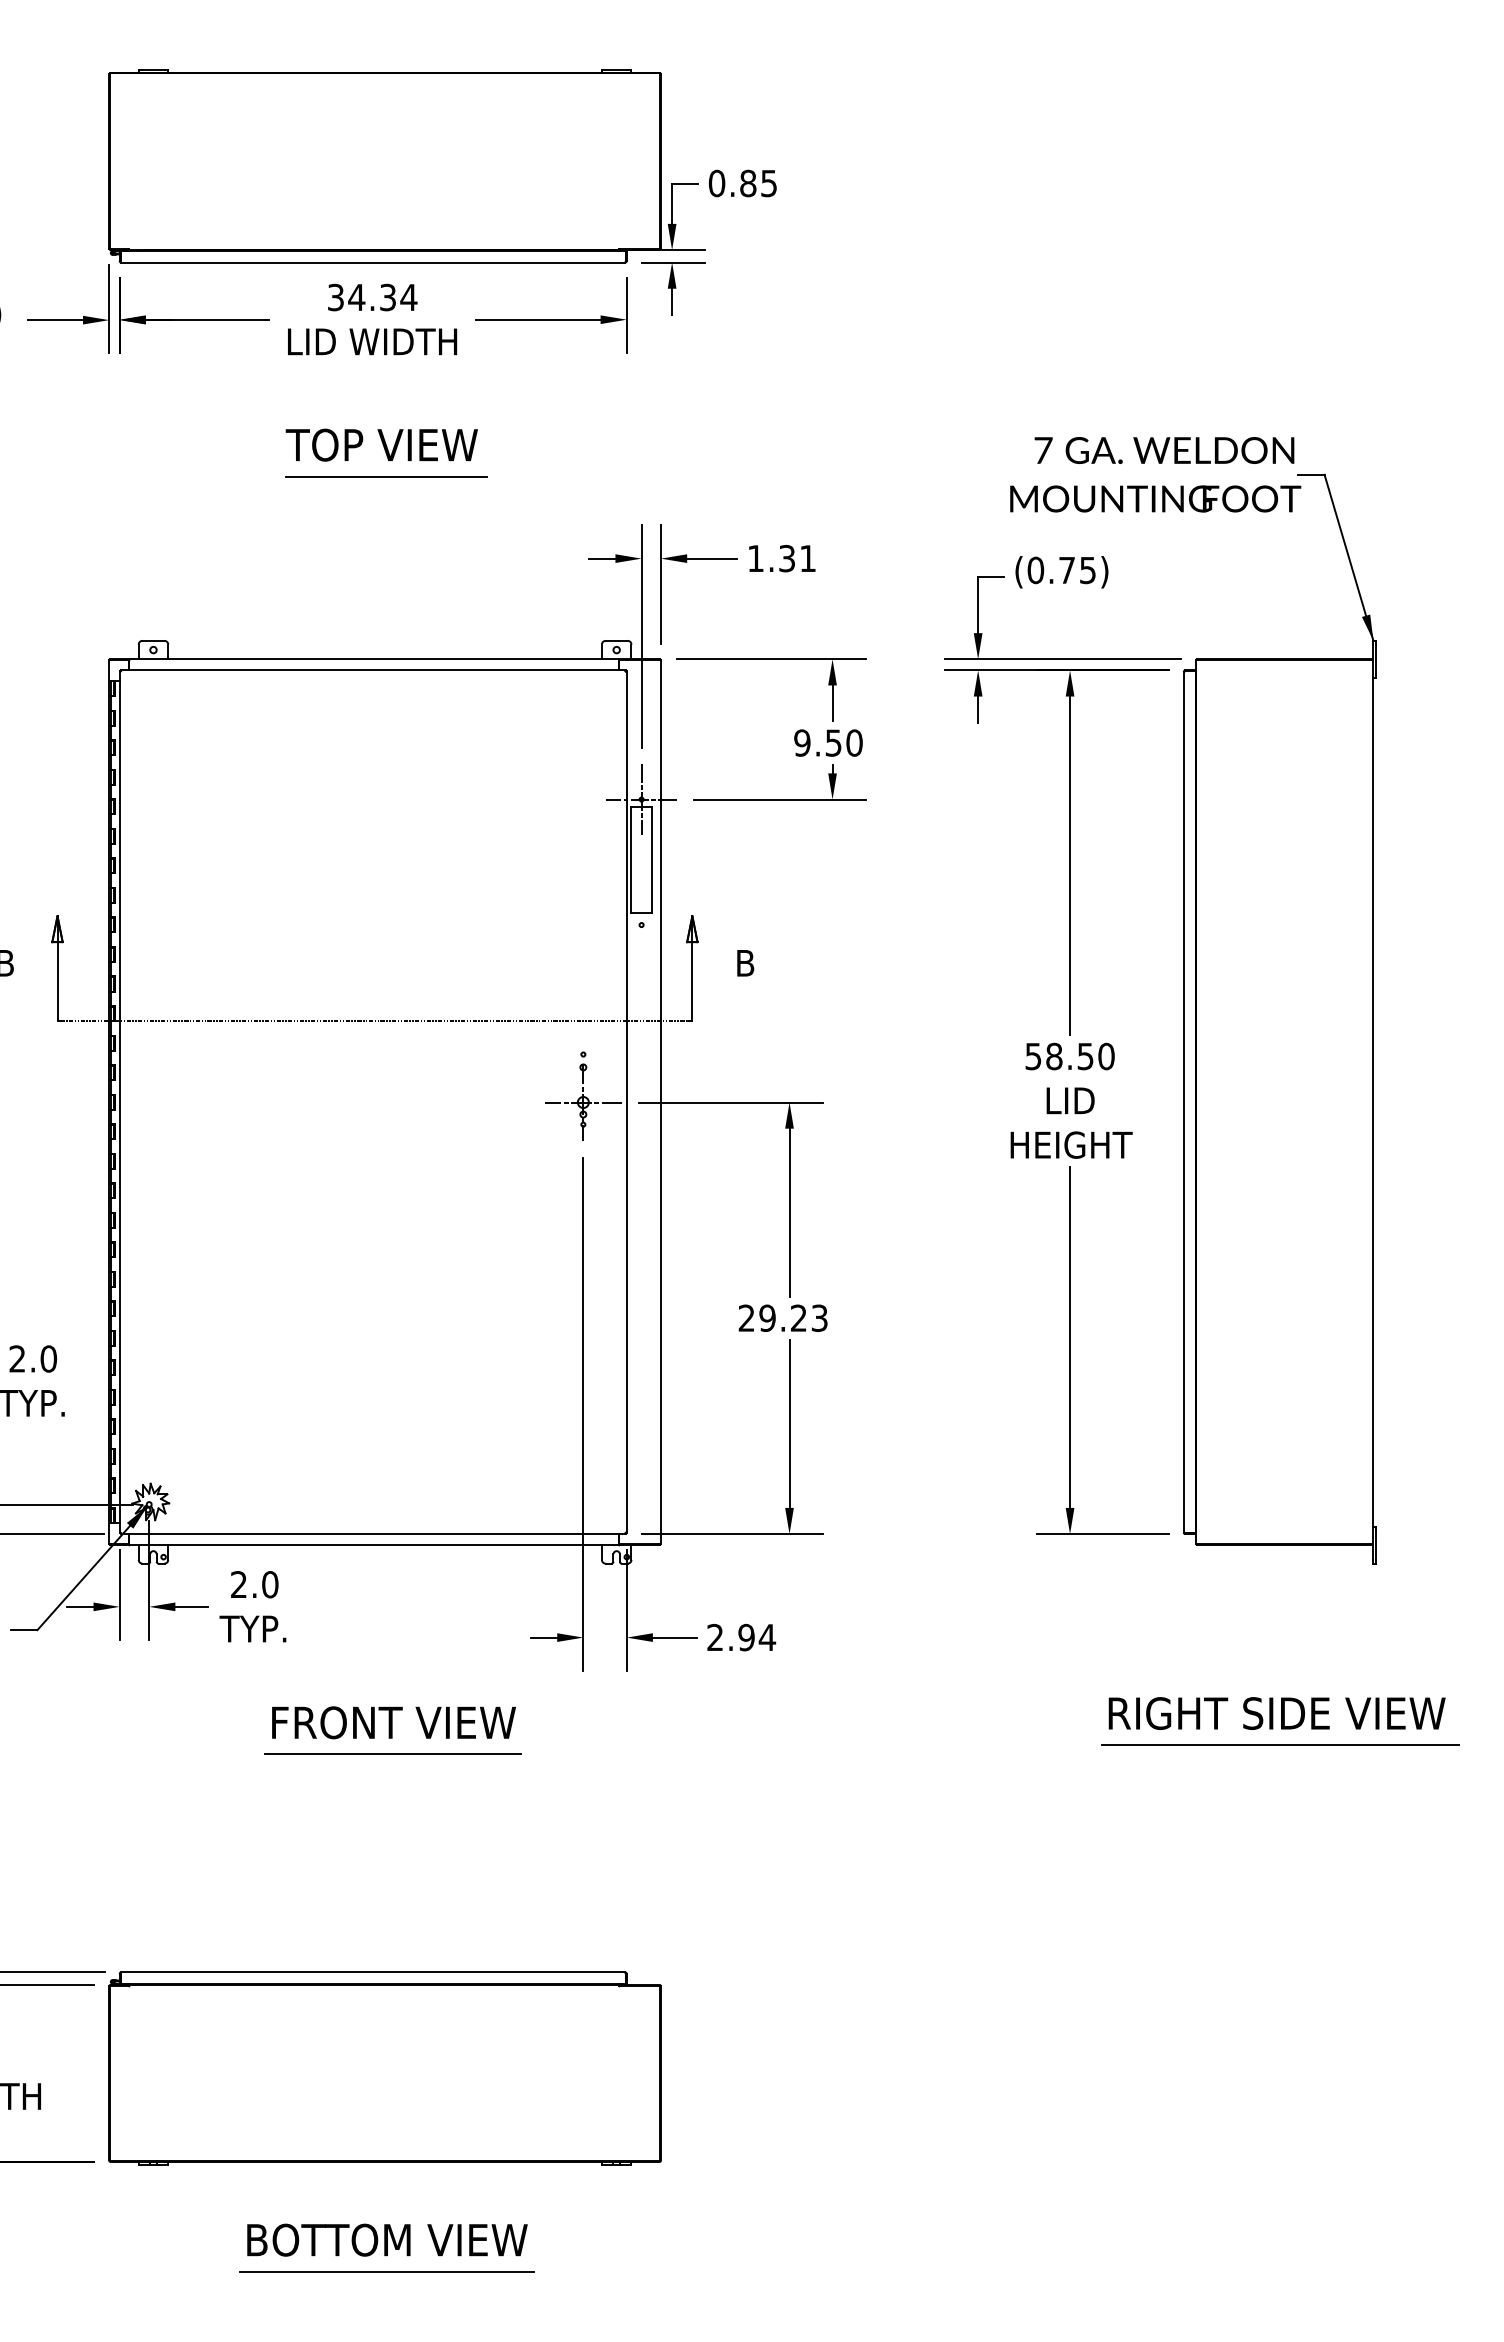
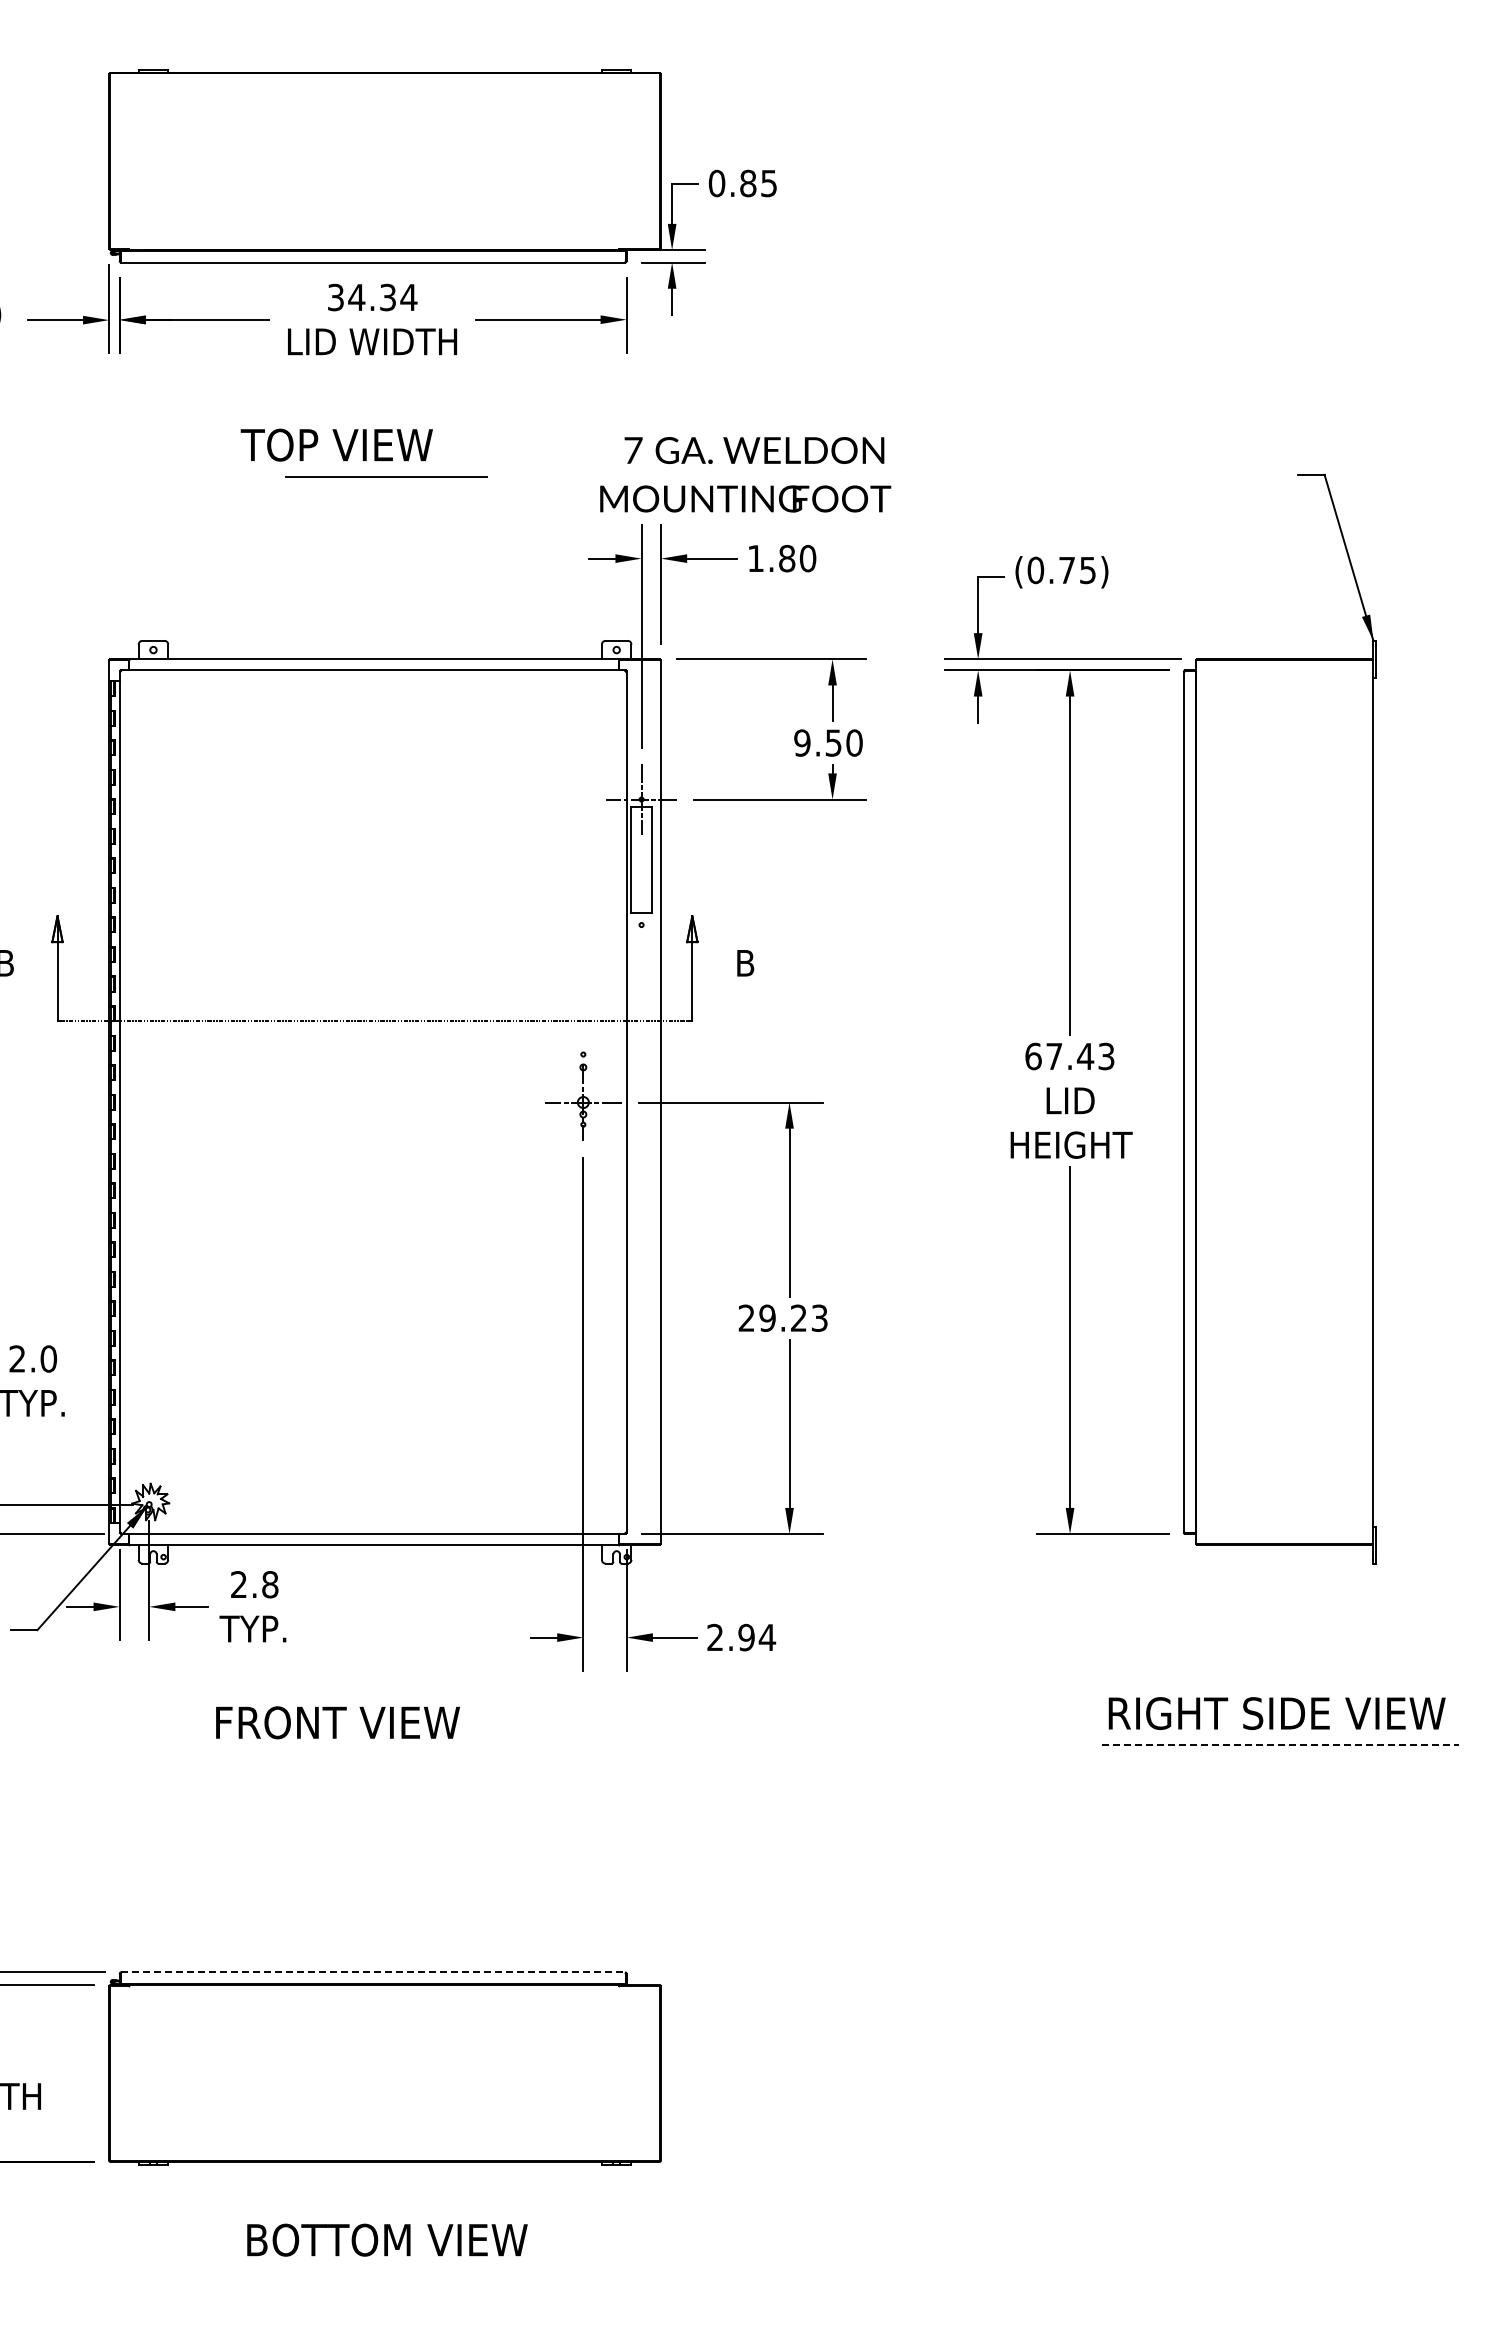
text at (381, 444) position: (381, 444) -> (336, 444)
text at (1155, 474) position: (1155, 474) -> (745, 474)
text at (797, 558): 1.31 -> 1.80
text at (1069, 1056): 58.50 -> 67.43
text at (270, 1584): 2.0 -> 2.8
text at (393, 1722) position: (393, 1722) -> (337, 1722)
line at (1280, 1745): solid -> dashed
line at (393, 1754): present -> none
line at (373, 1972): solid -> dashed
line at (386, 2271): present -> none
